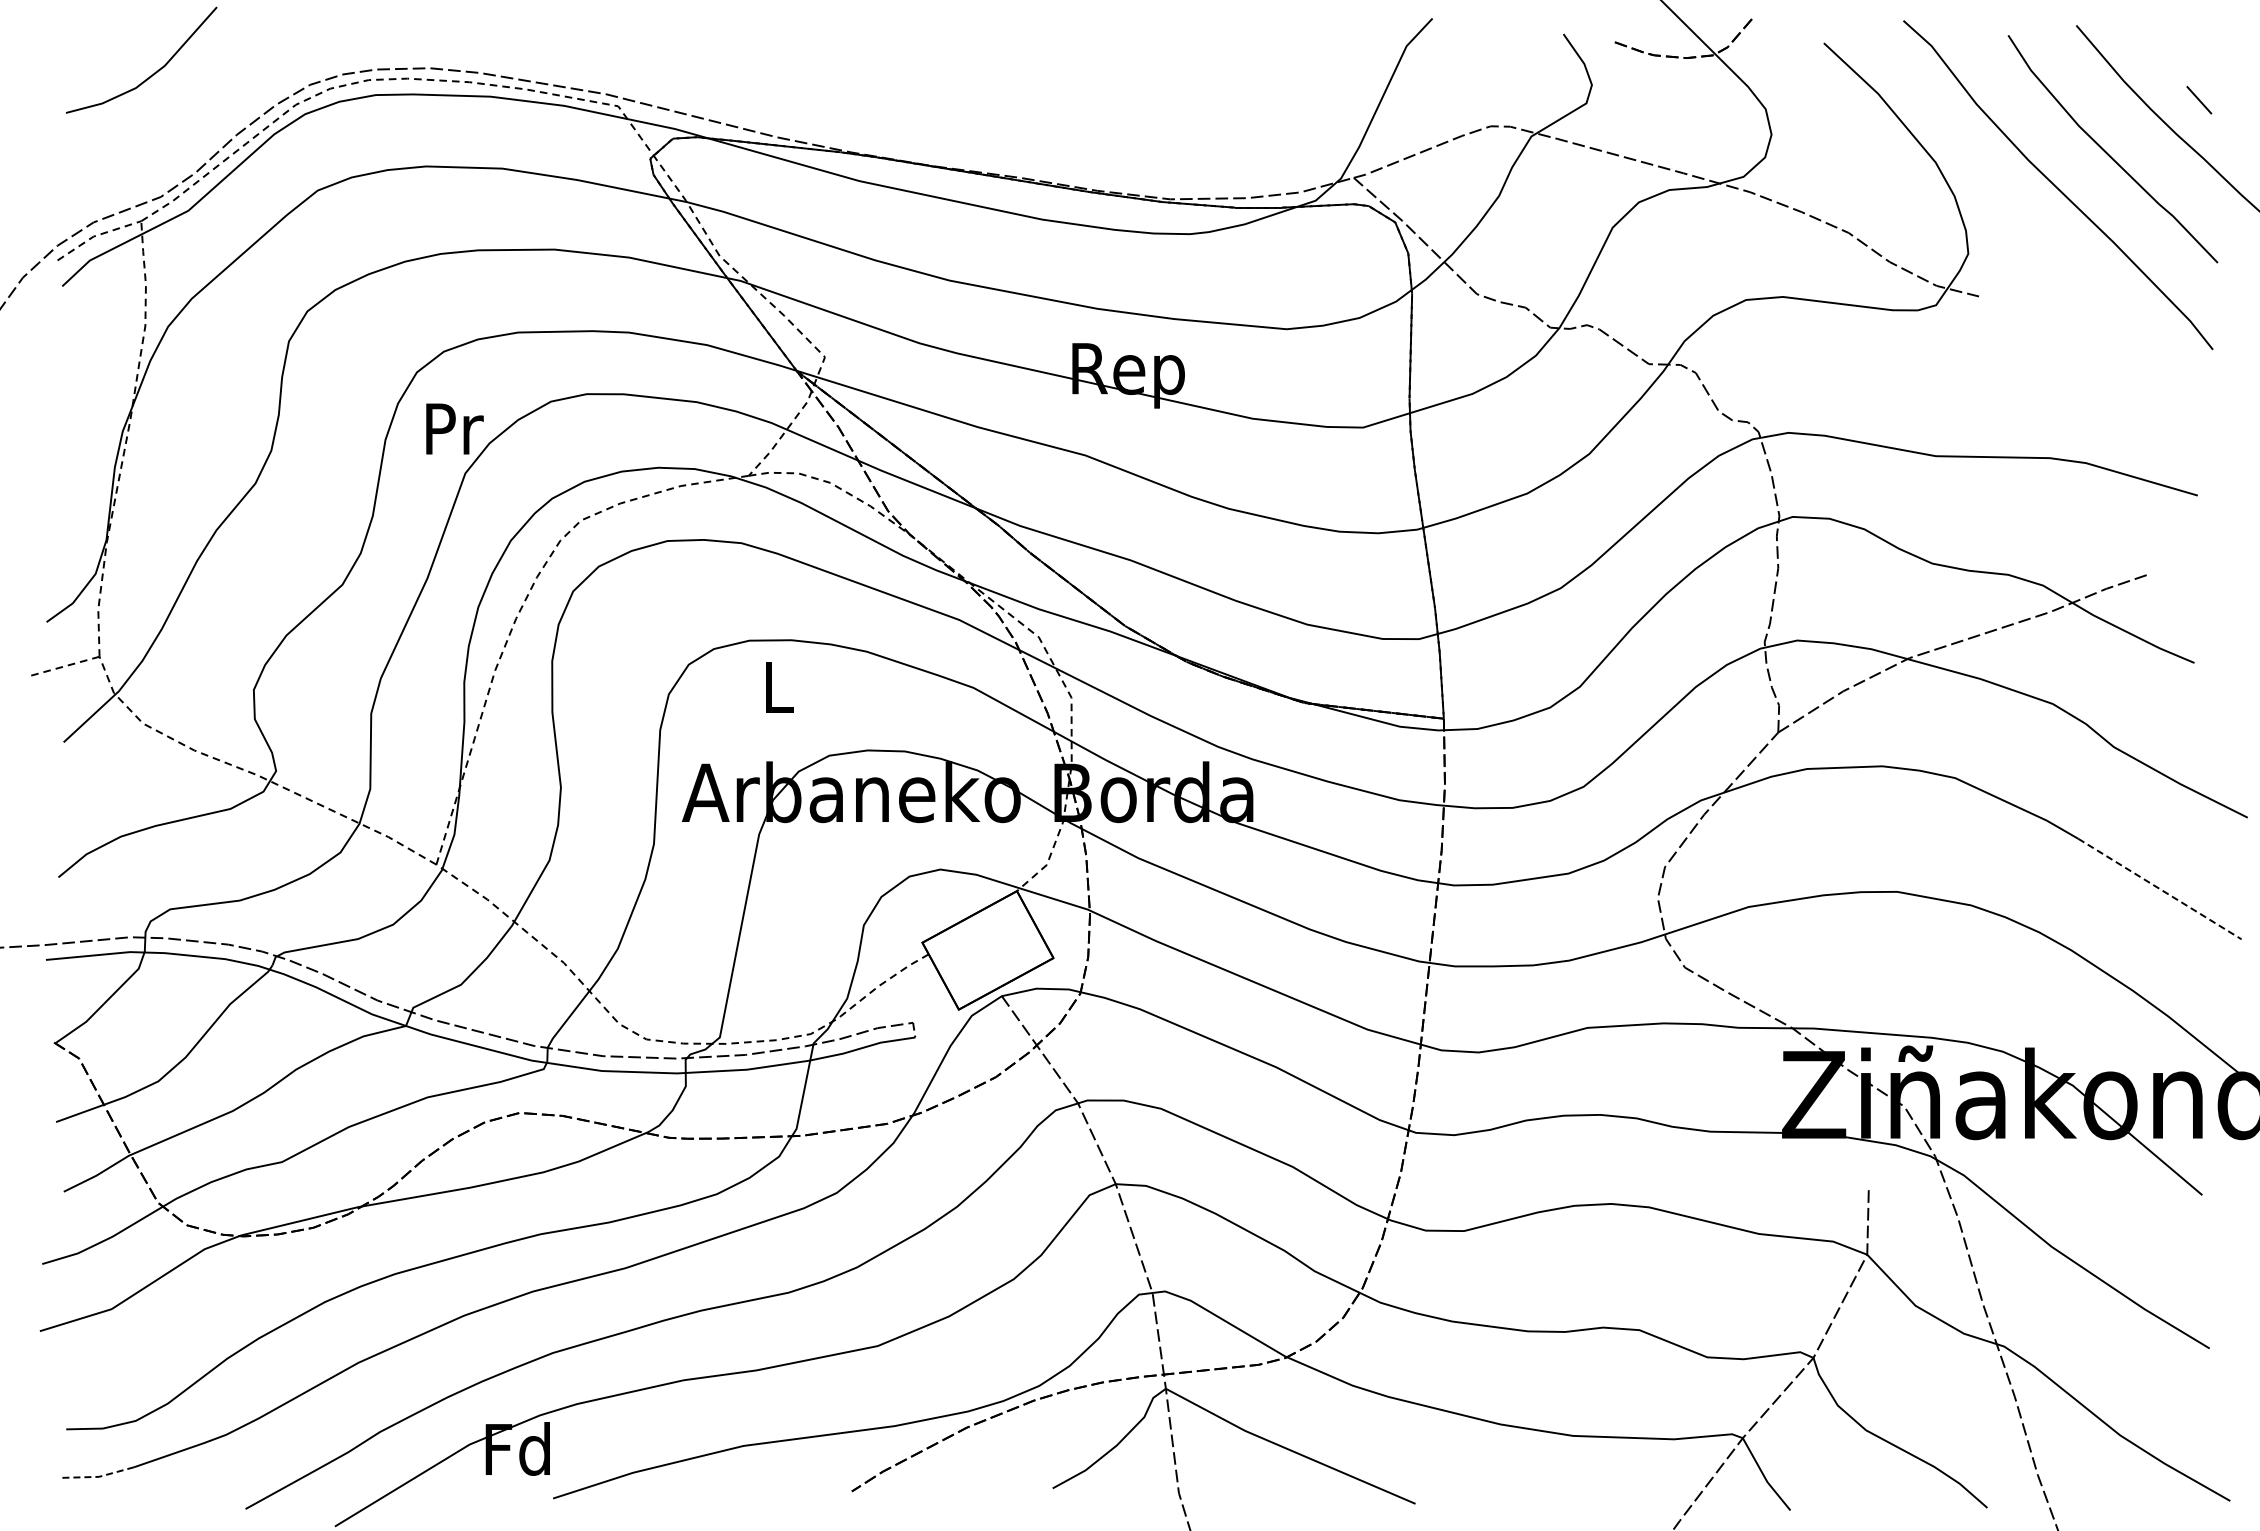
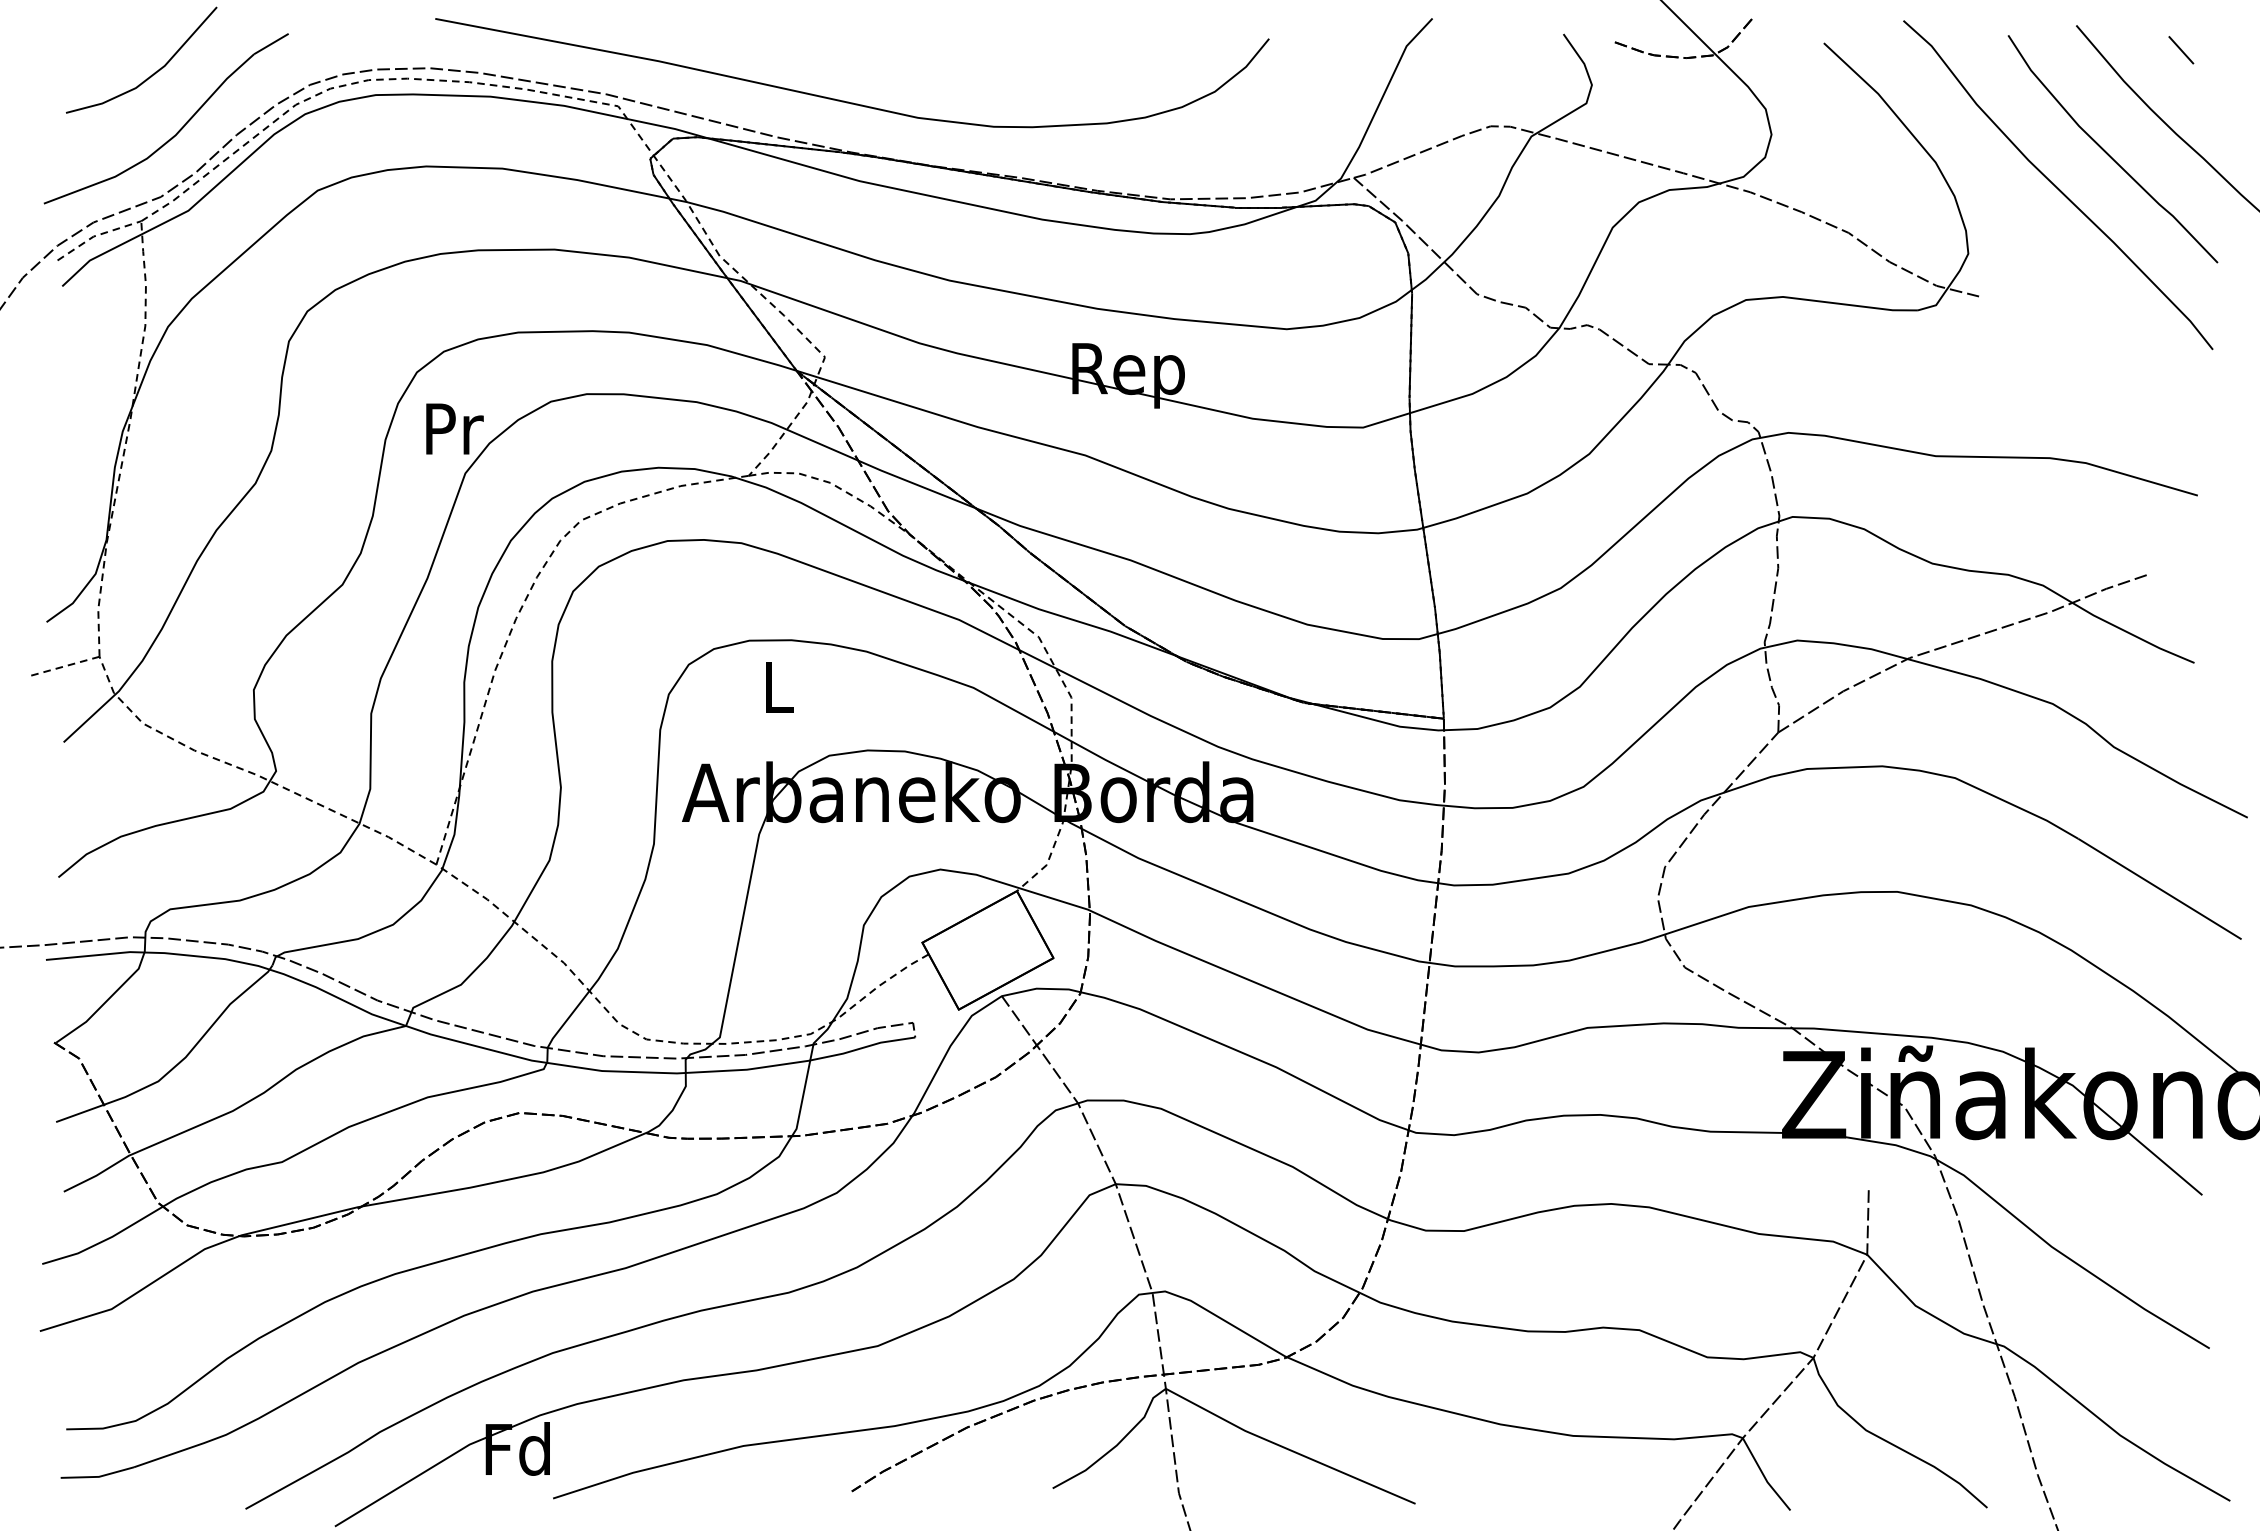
curve at (844, 100): none -> present
line at (2199, 100) position: (2199, 100) -> (2181, 50)
part at (178, 130): none -> present
line at (2159, 889): dashed -> solid
line at (98, 1476): dashed -> solid
